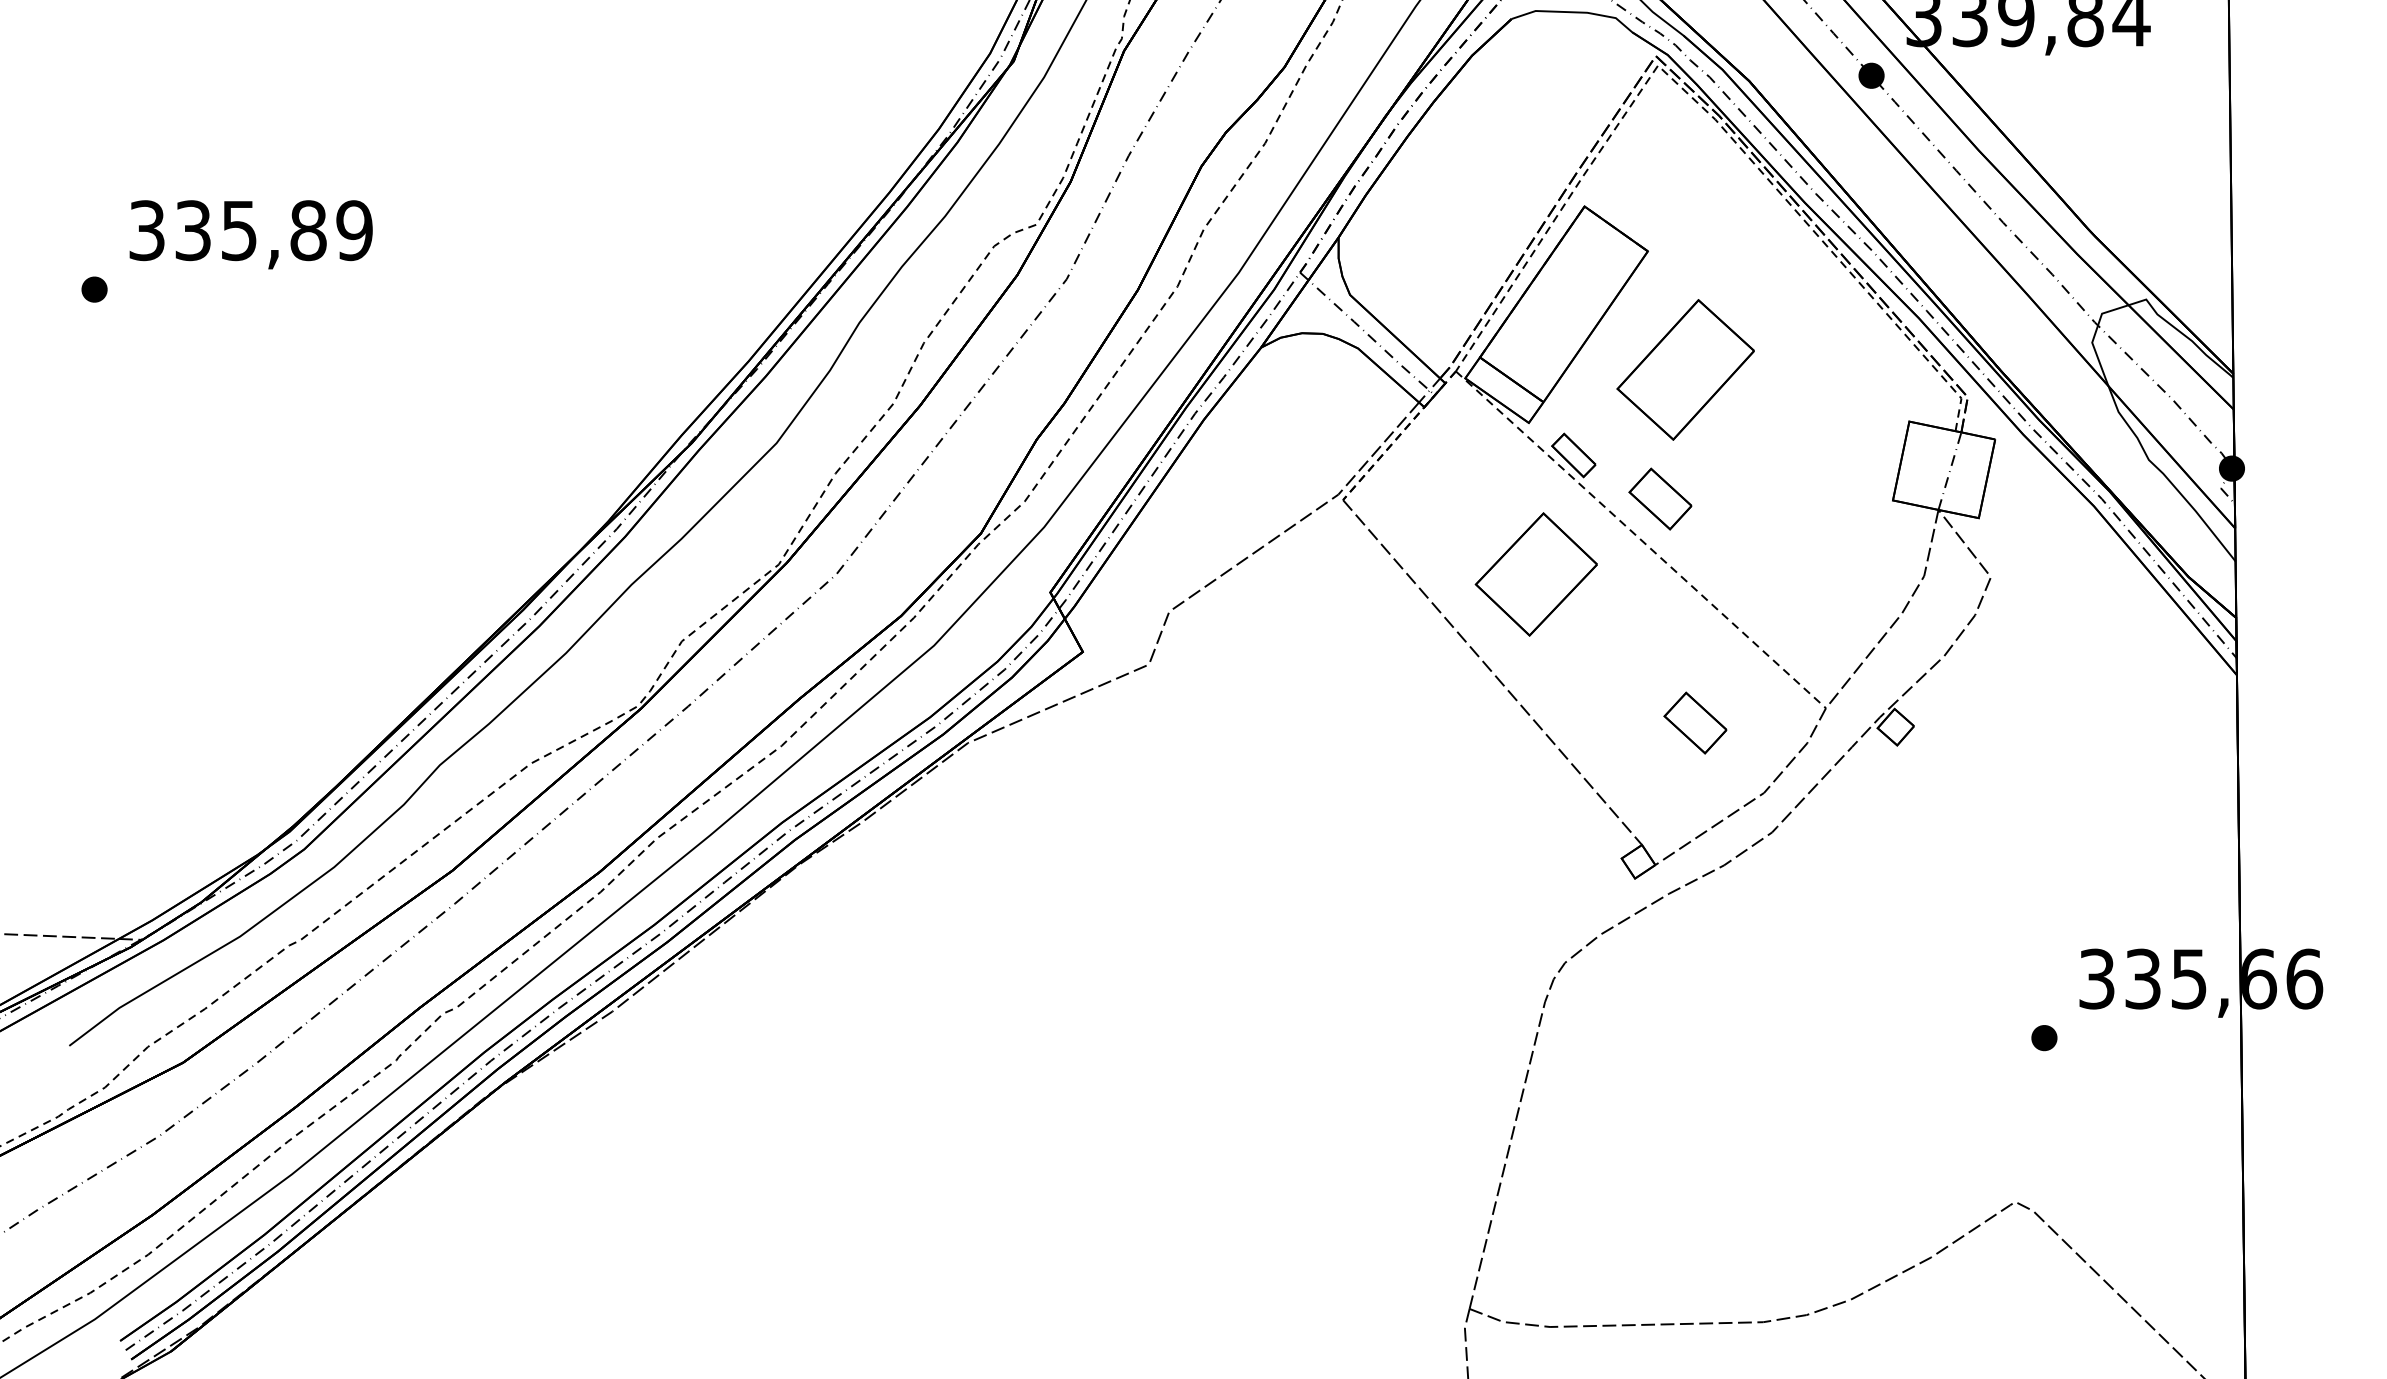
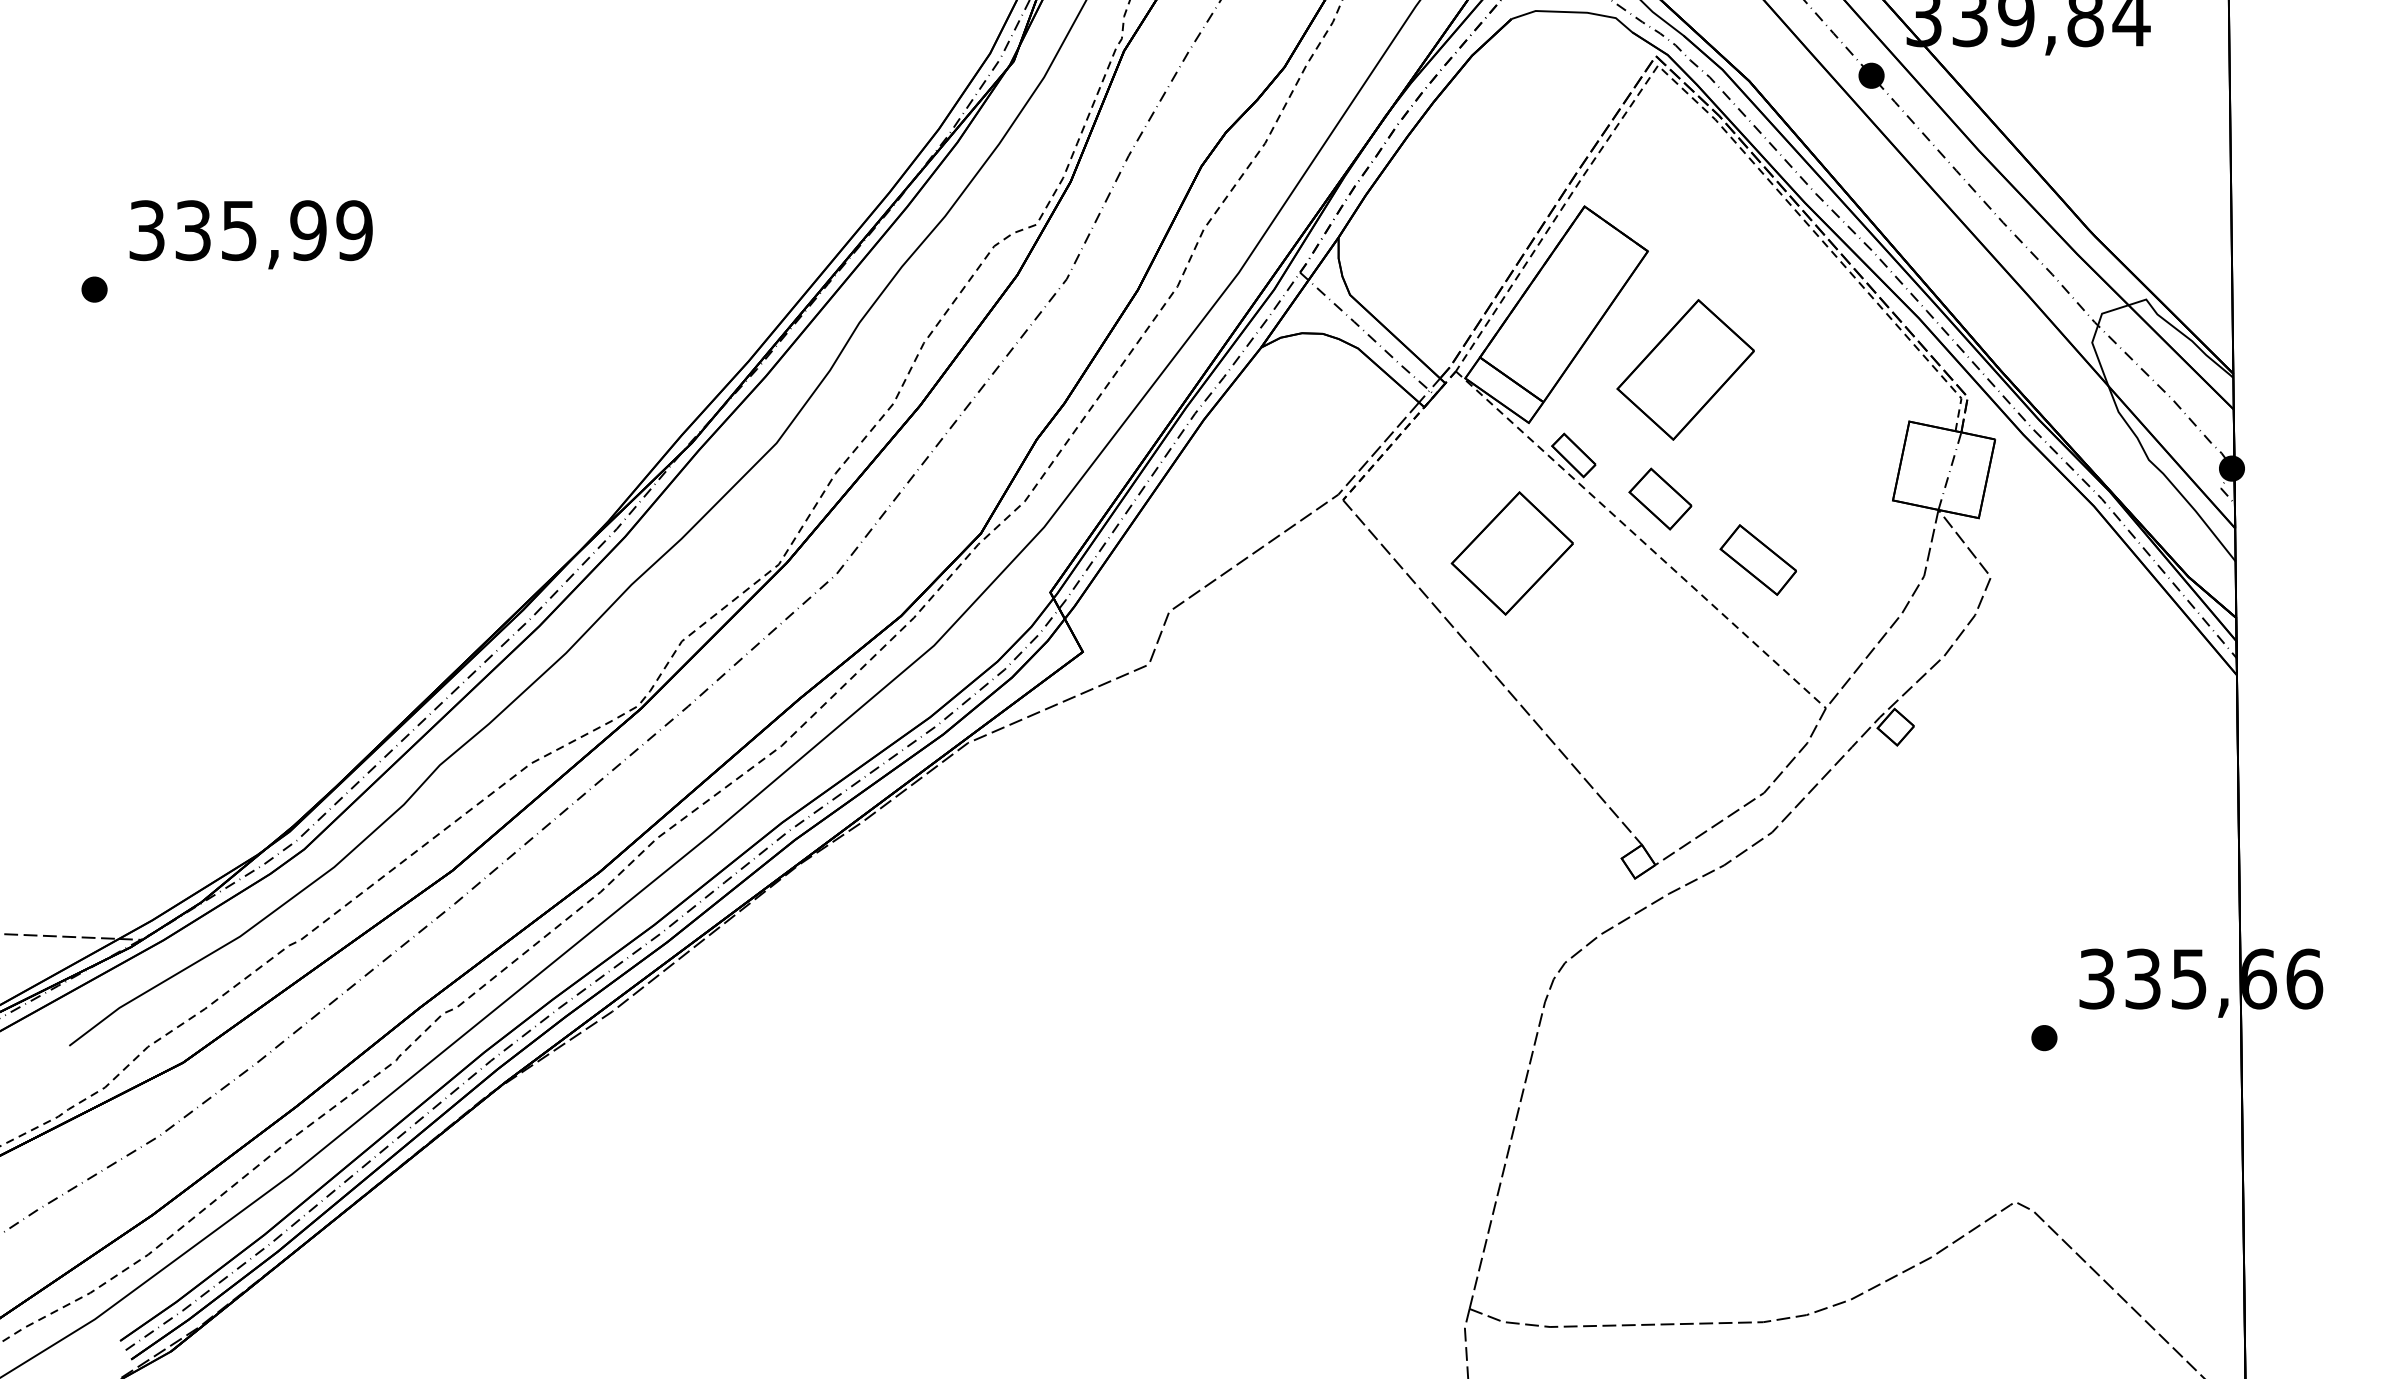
text at (308, 230): 335,89 -> 335,99
part at (1757, 559): none -> present
part at (1535, 574) position: (1535, 574) -> (1511, 553)
part at (1695, 722): present -> none
